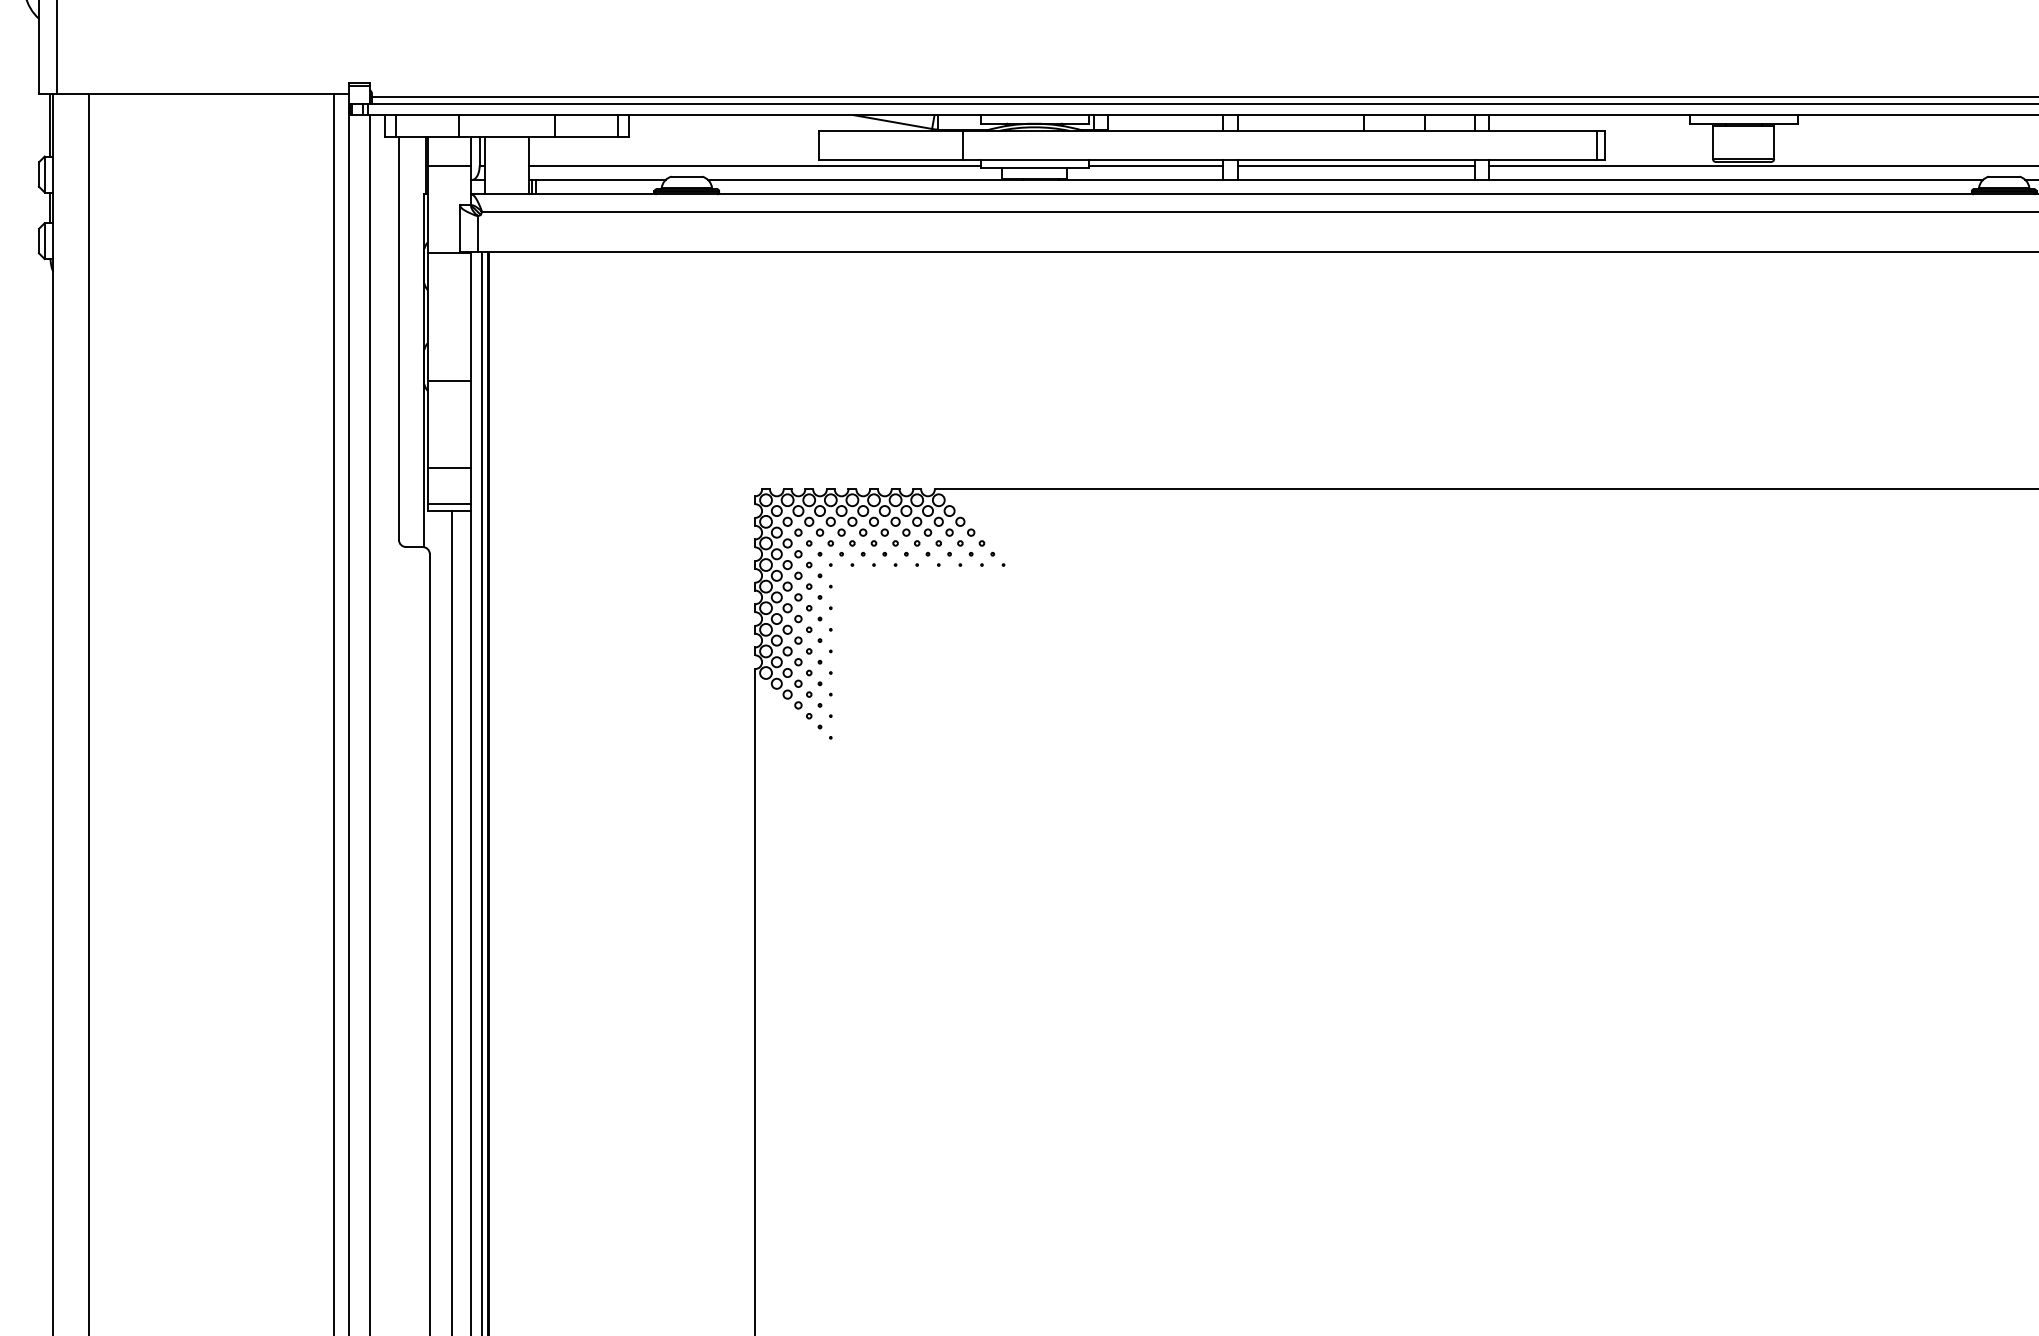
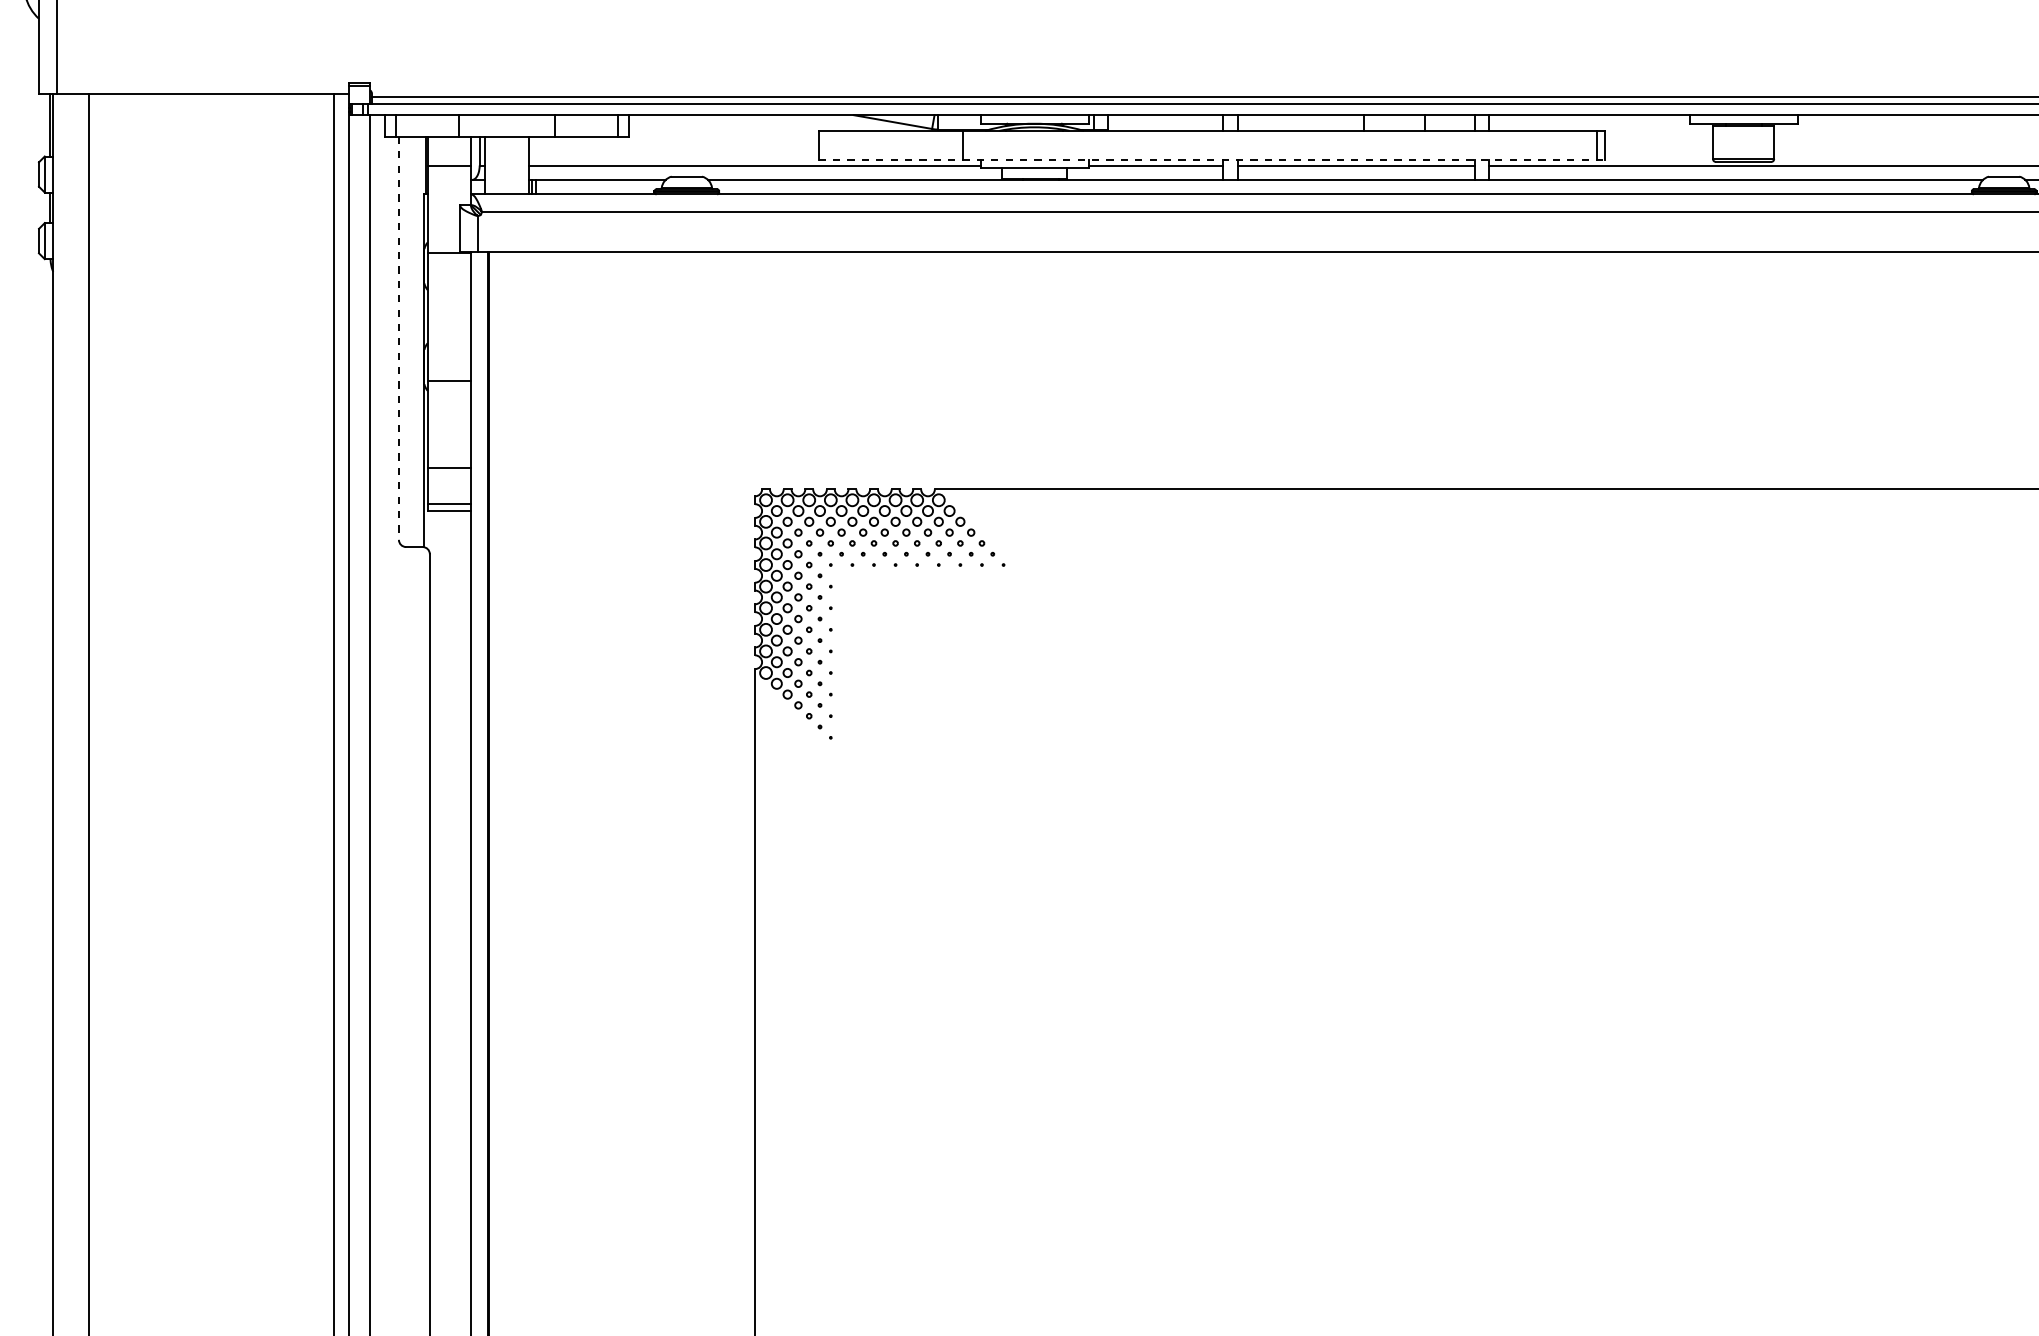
line at (1211, 159): solid -> dashed
line at (398, 338): solid -> dashed
line at (481, 791): present -> none
line at (452, 921): present -> none
